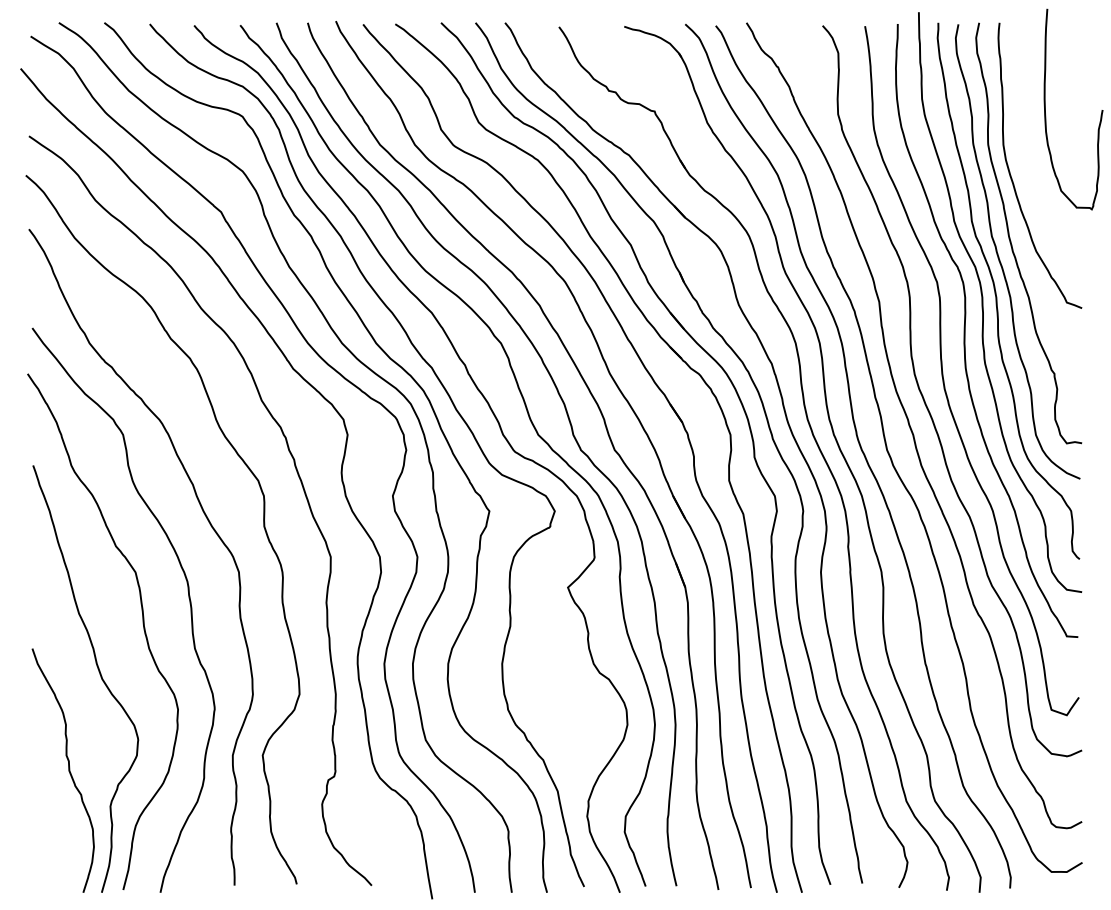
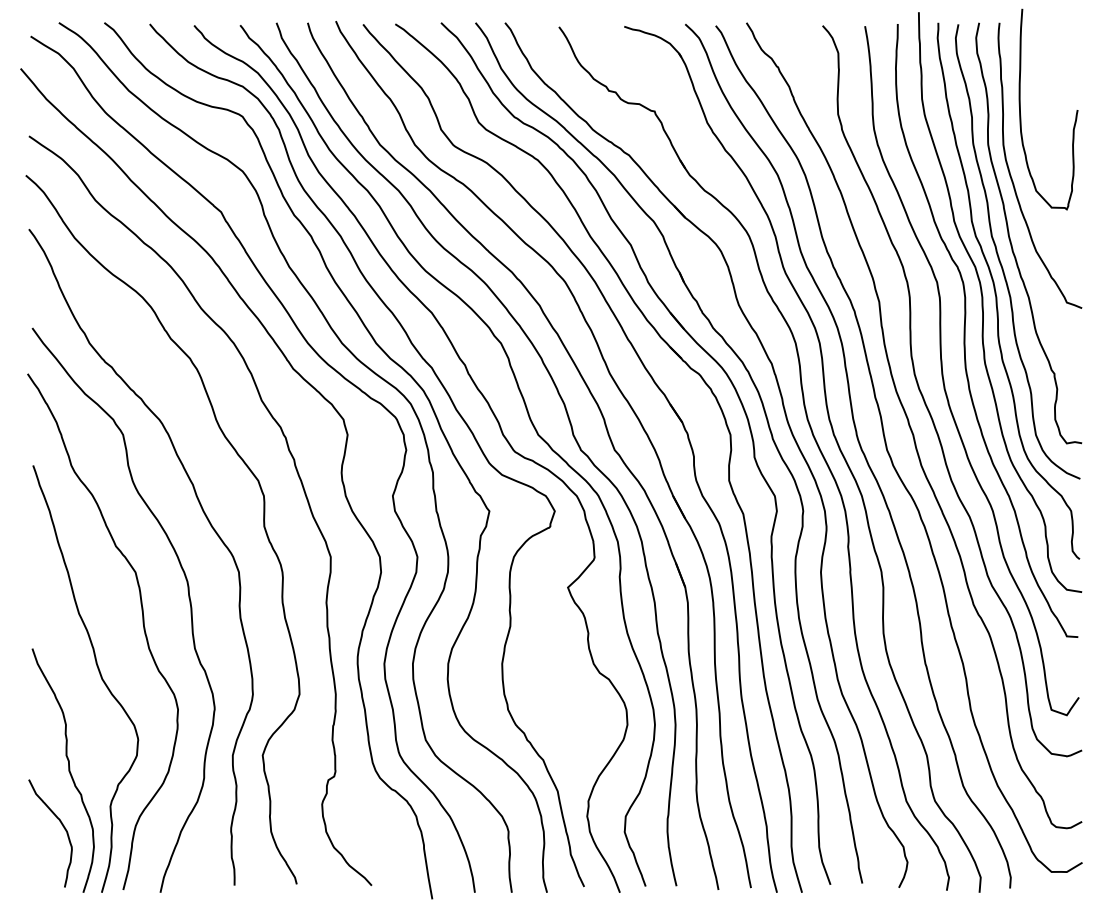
curve at (1046, 115) position: (1046, 115) -> (1021, 115)
curve at (62, 826): none -> present
